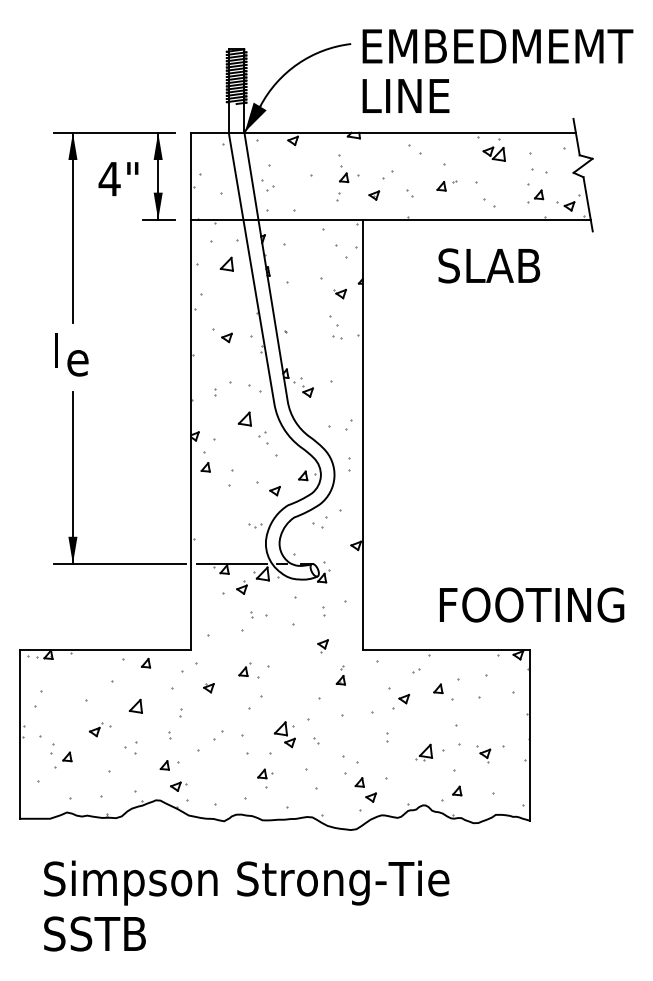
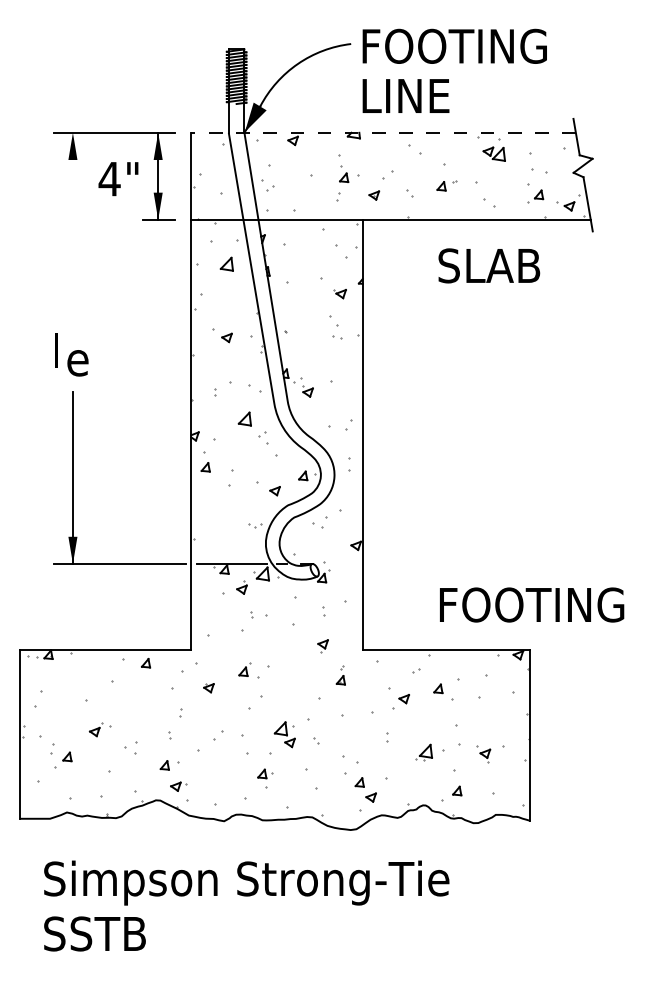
text at (499, 45): EMBEDMEMT -> FOOTING
line at (383, 132): solid -> dashed
line at (72, 227): present -> none
part at (135, 705): present -> none
